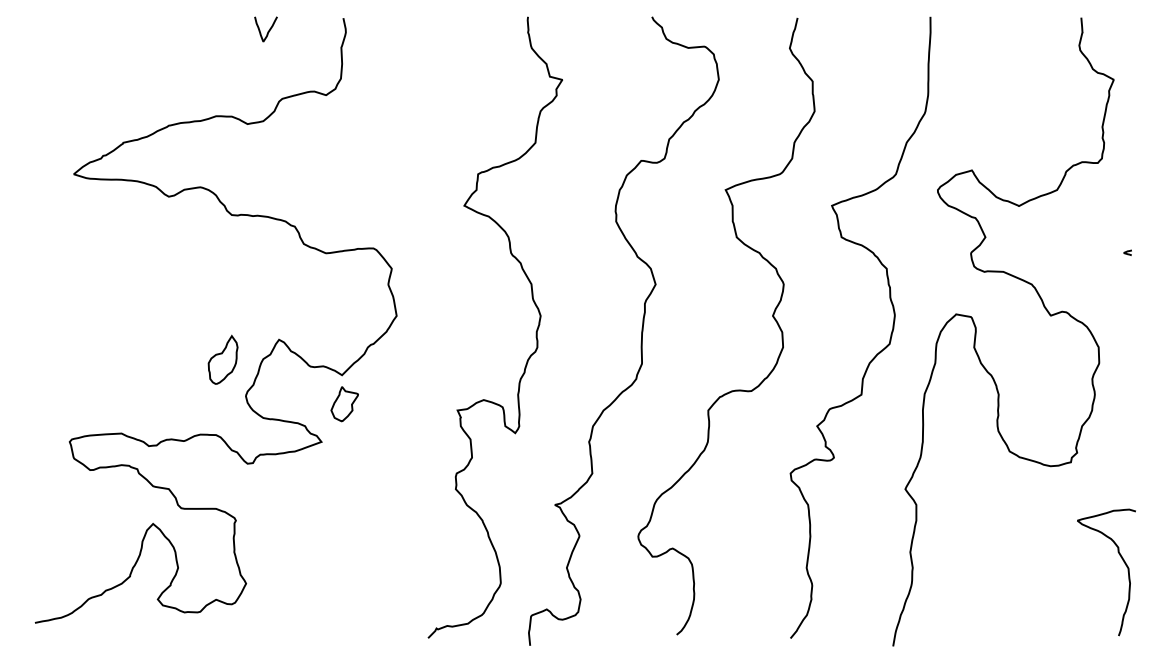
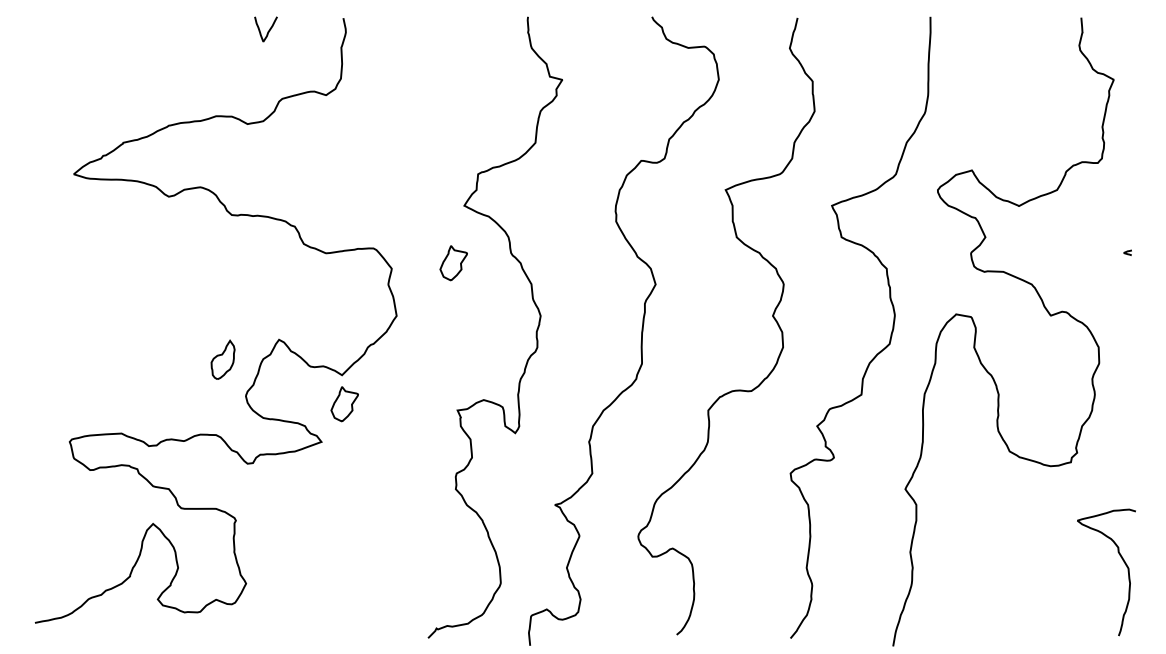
part at (453, 263): none -> present
part at (222, 359) size: 32x51 px -> 26x41 px
